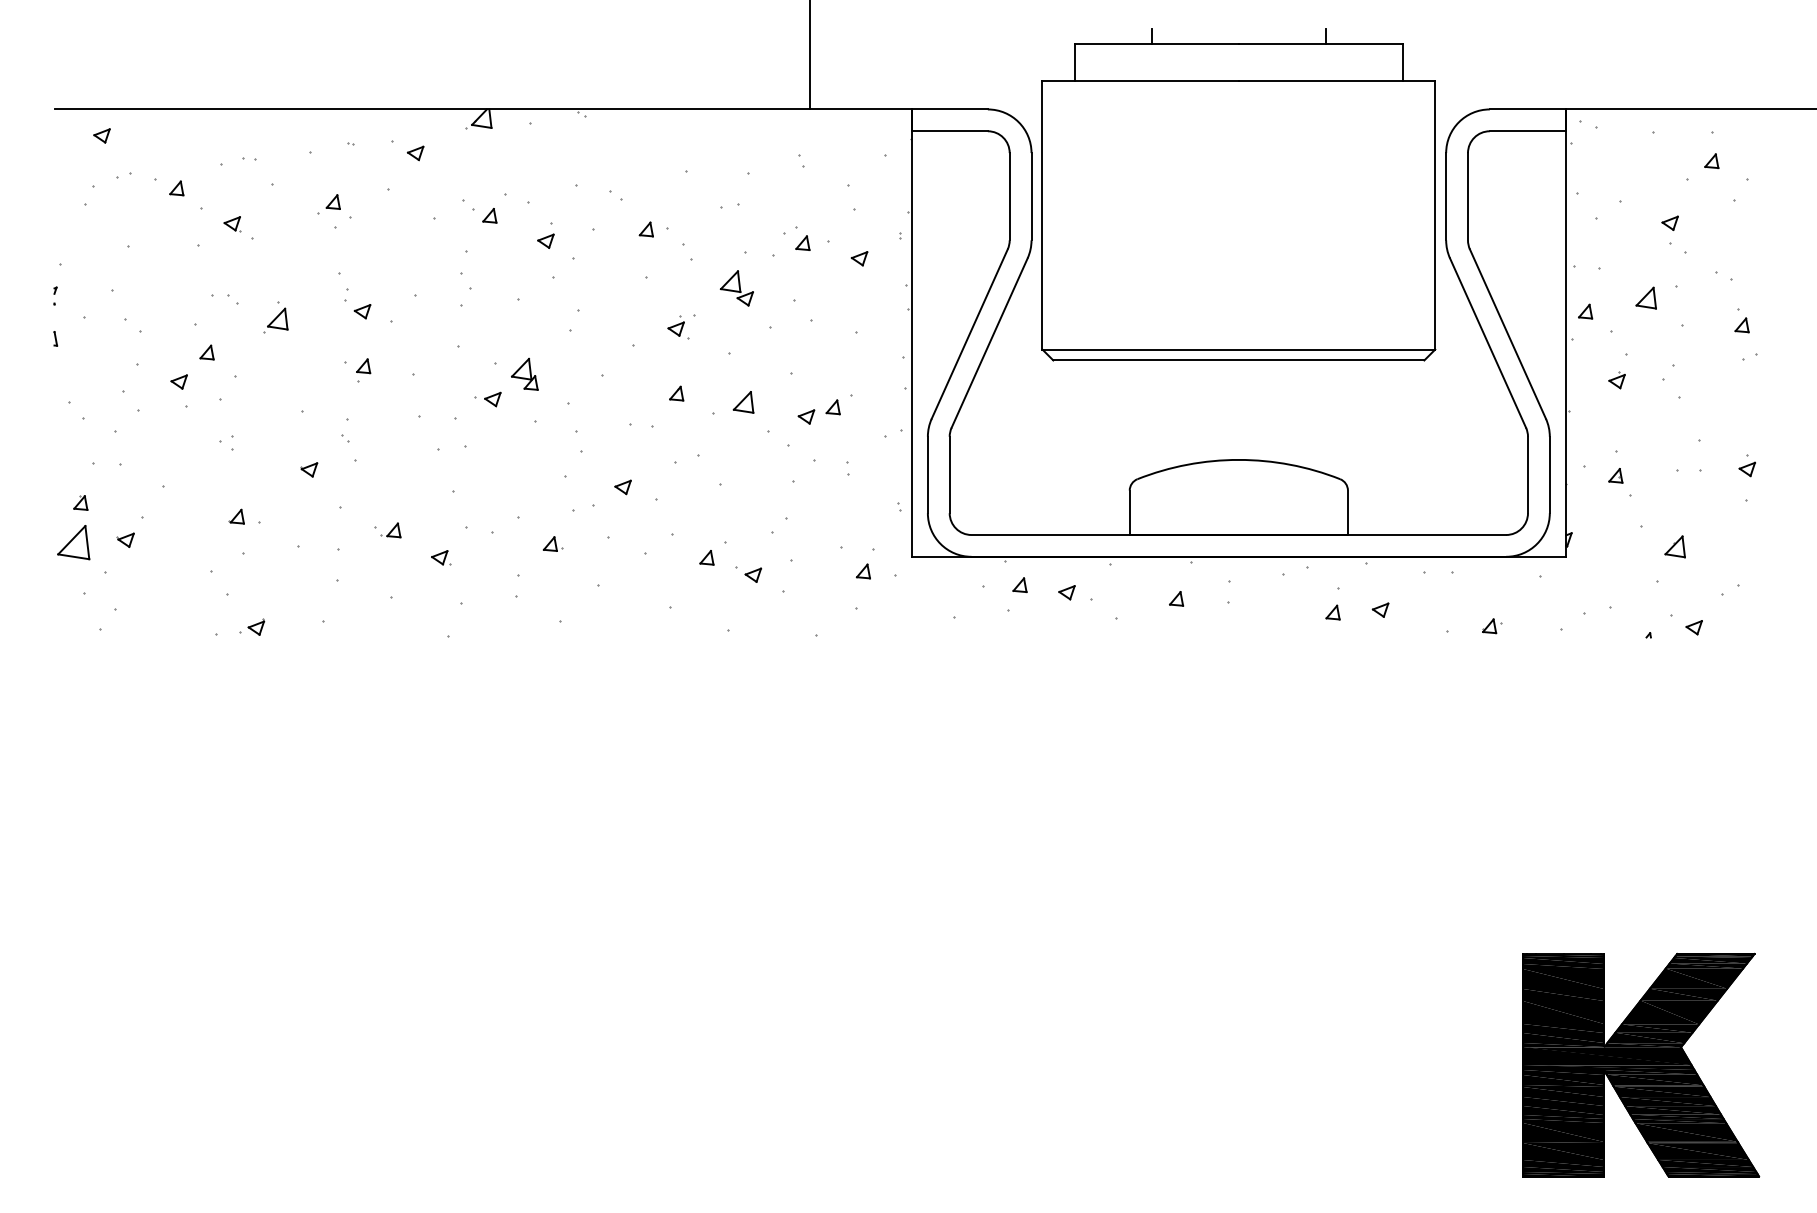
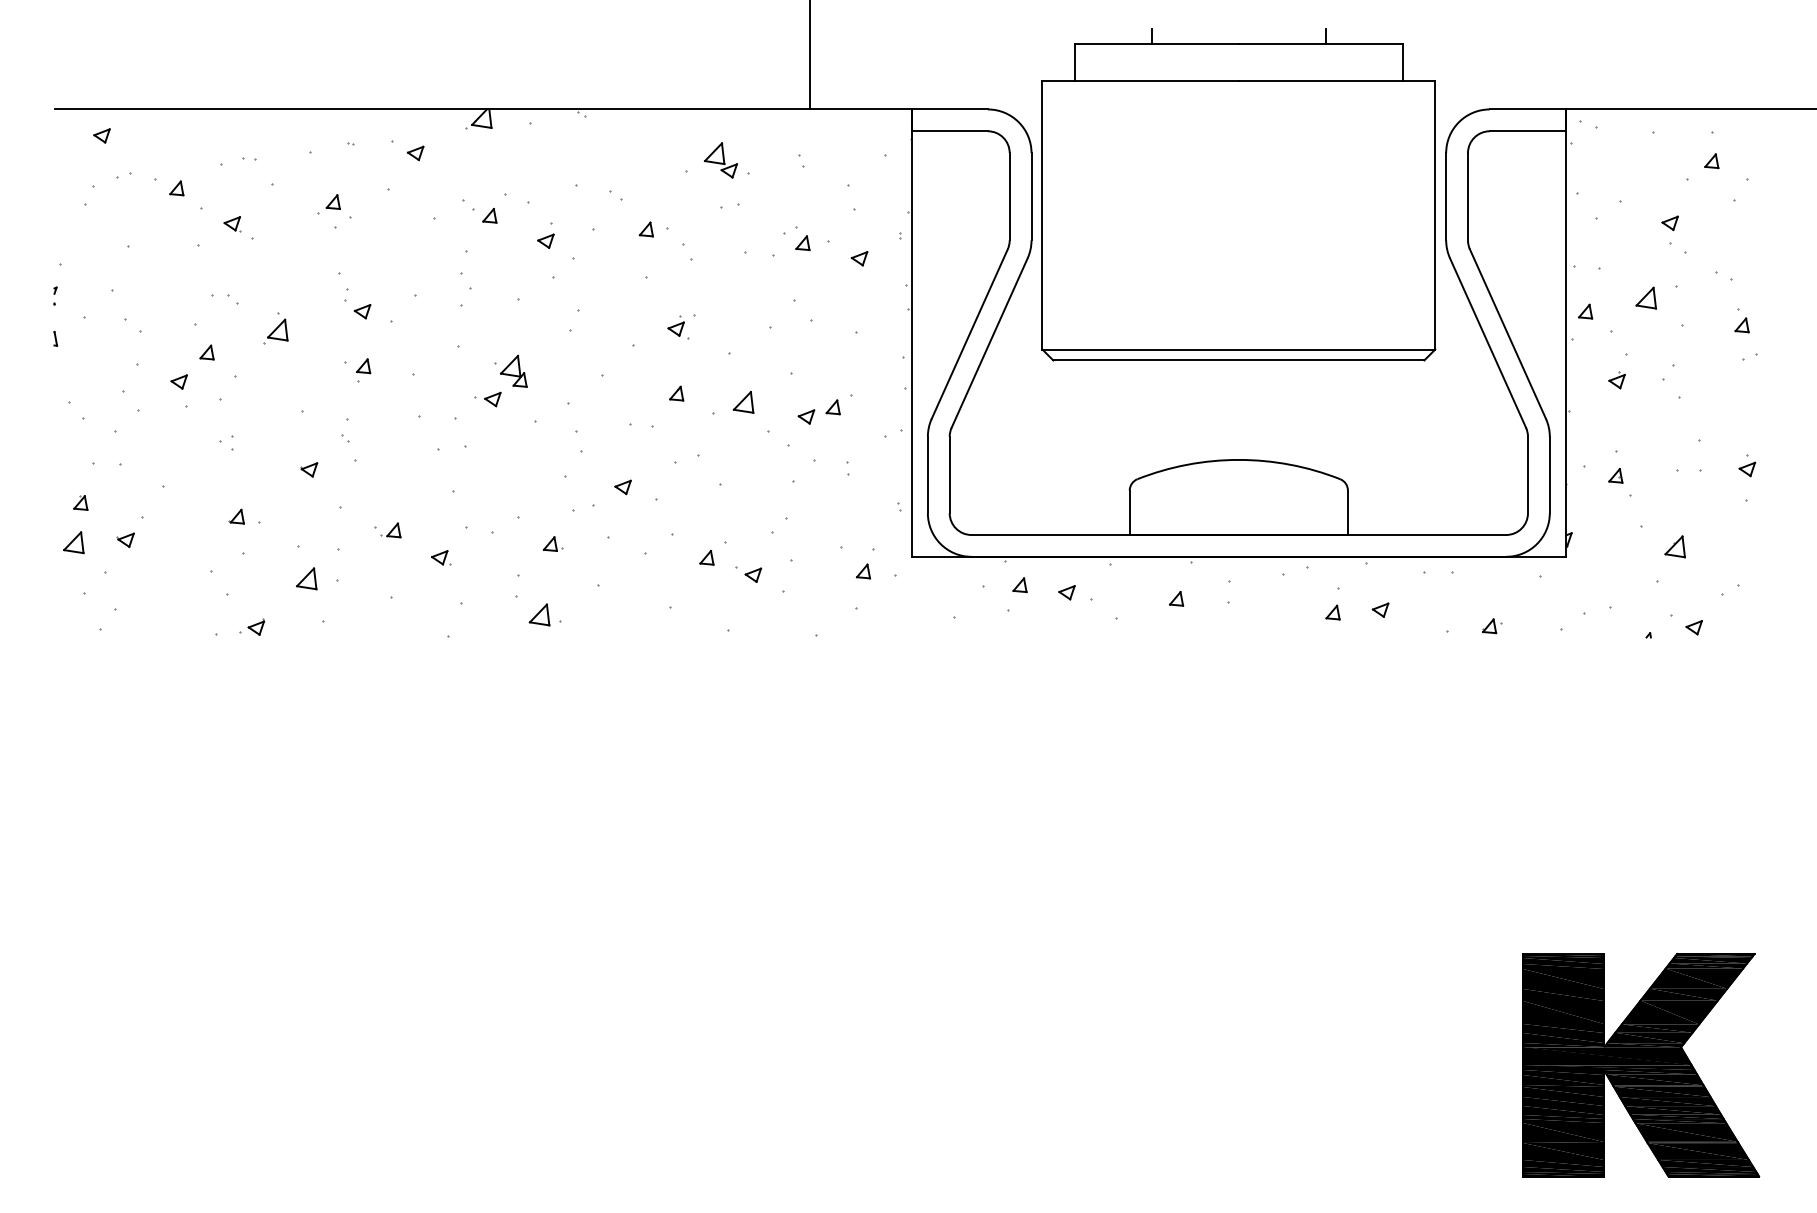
part at (736, 288) position: (736, 288) -> (720, 160)
part at (275, 317) position: (275, 317) -> (275, 328)
part at (524, 373) position: (524, 373) -> (513, 370)
part at (73, 542) size: 34x36 px -> 22x24 px
part at (306, 578): none -> present
part at (539, 614): none -> present
